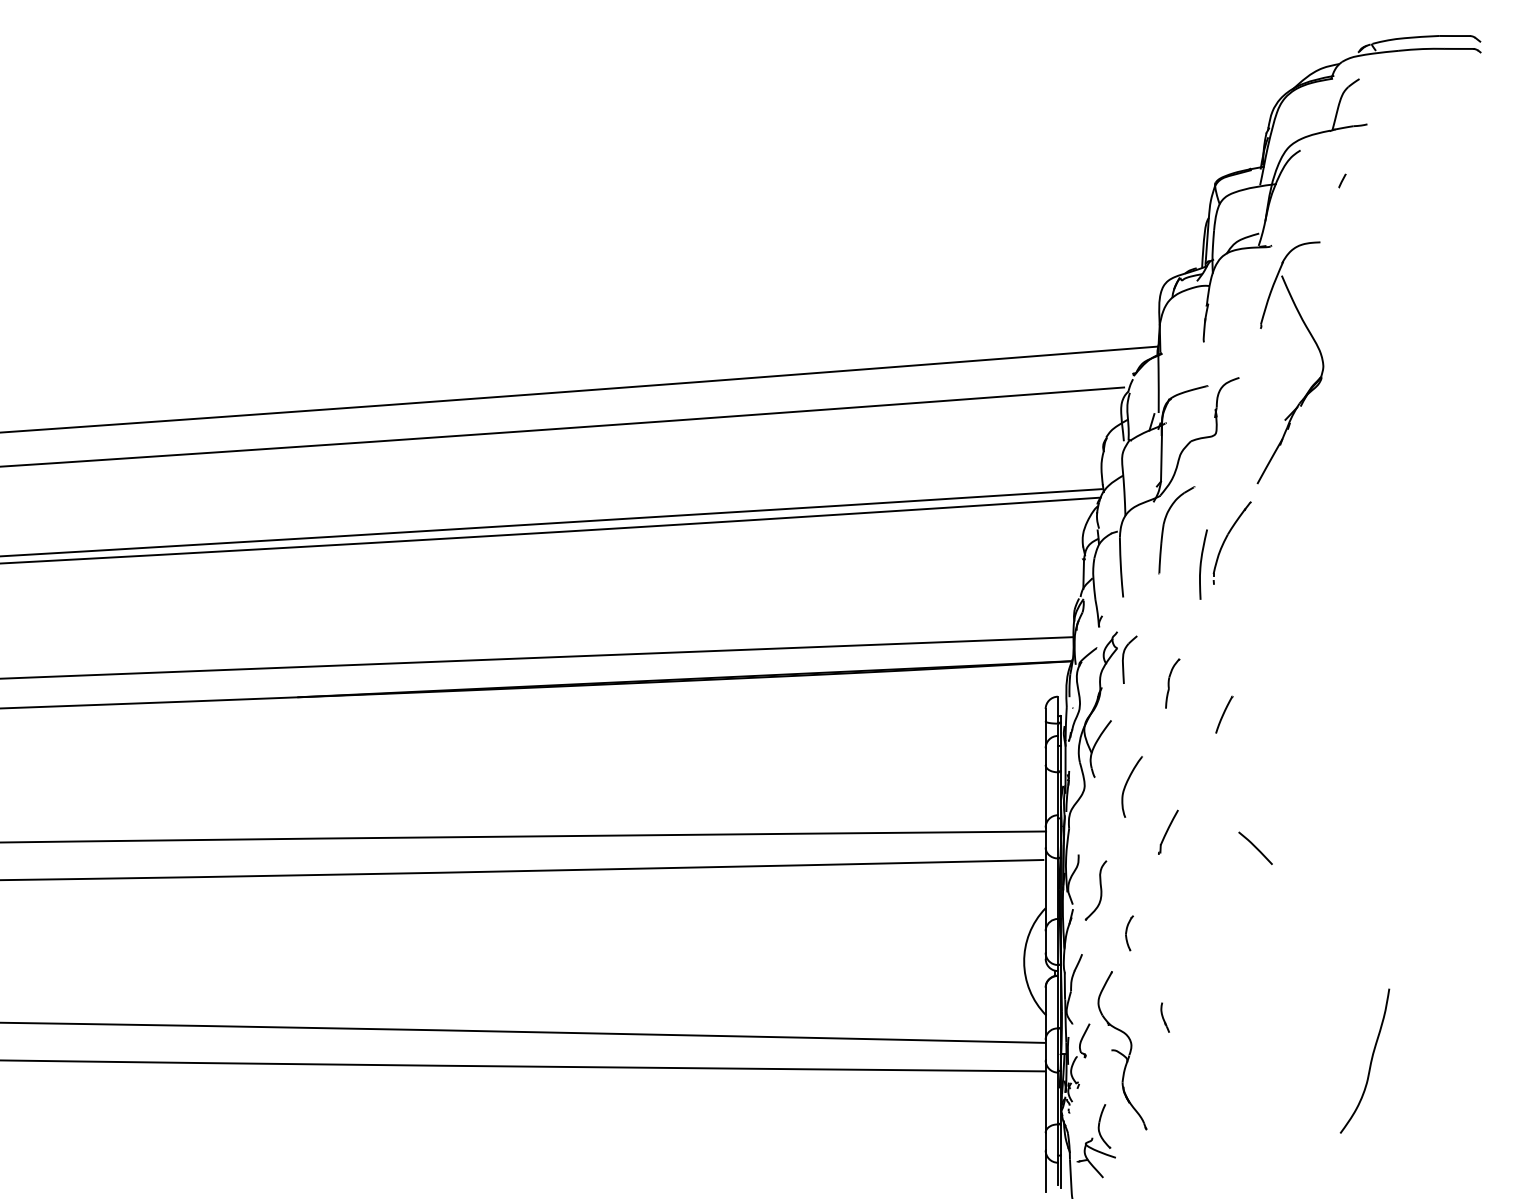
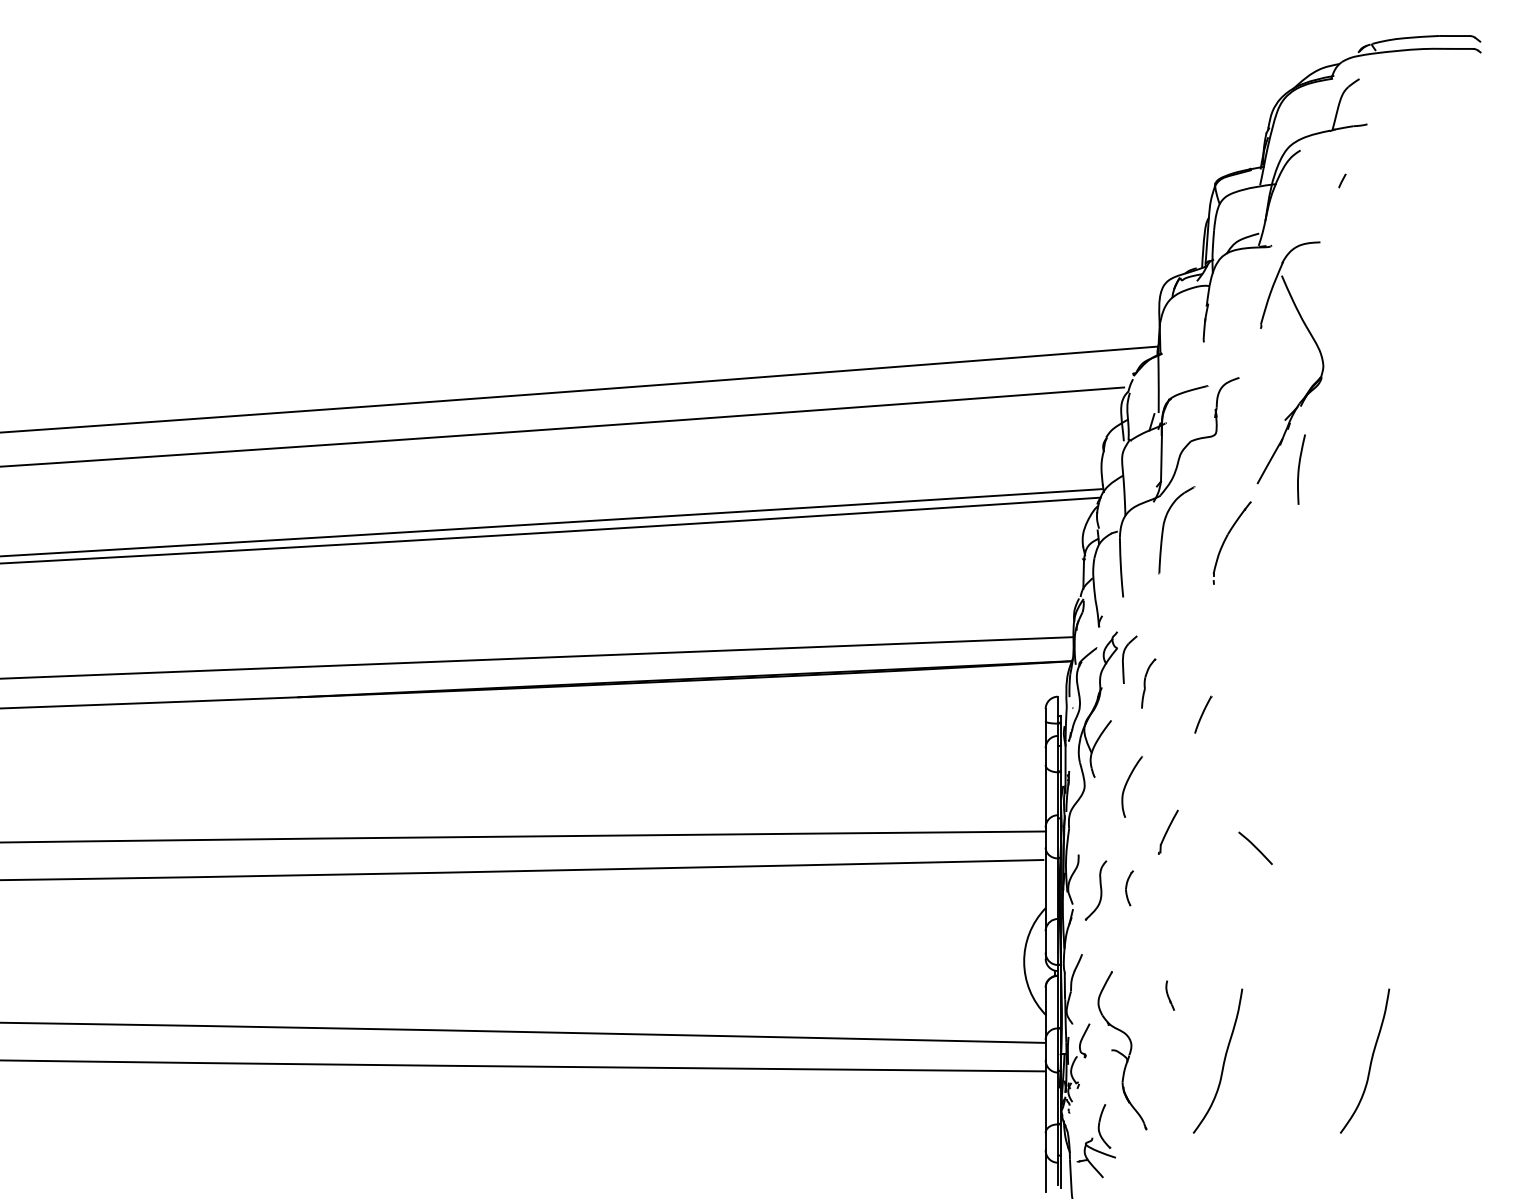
curve at (1201, 564) position: (1201, 564) -> (1299, 469)
part at (1172, 683) position: (1172, 683) -> (1148, 683)
part at (1224, 714) position: (1224, 714) -> (1203, 714)
part at (1129, 933) position: (1129, 933) -> (1129, 888)
part at (1164, 1017) position: (1164, 1017) -> (1169, 995)
curve at (1223, 1060): none -> present
